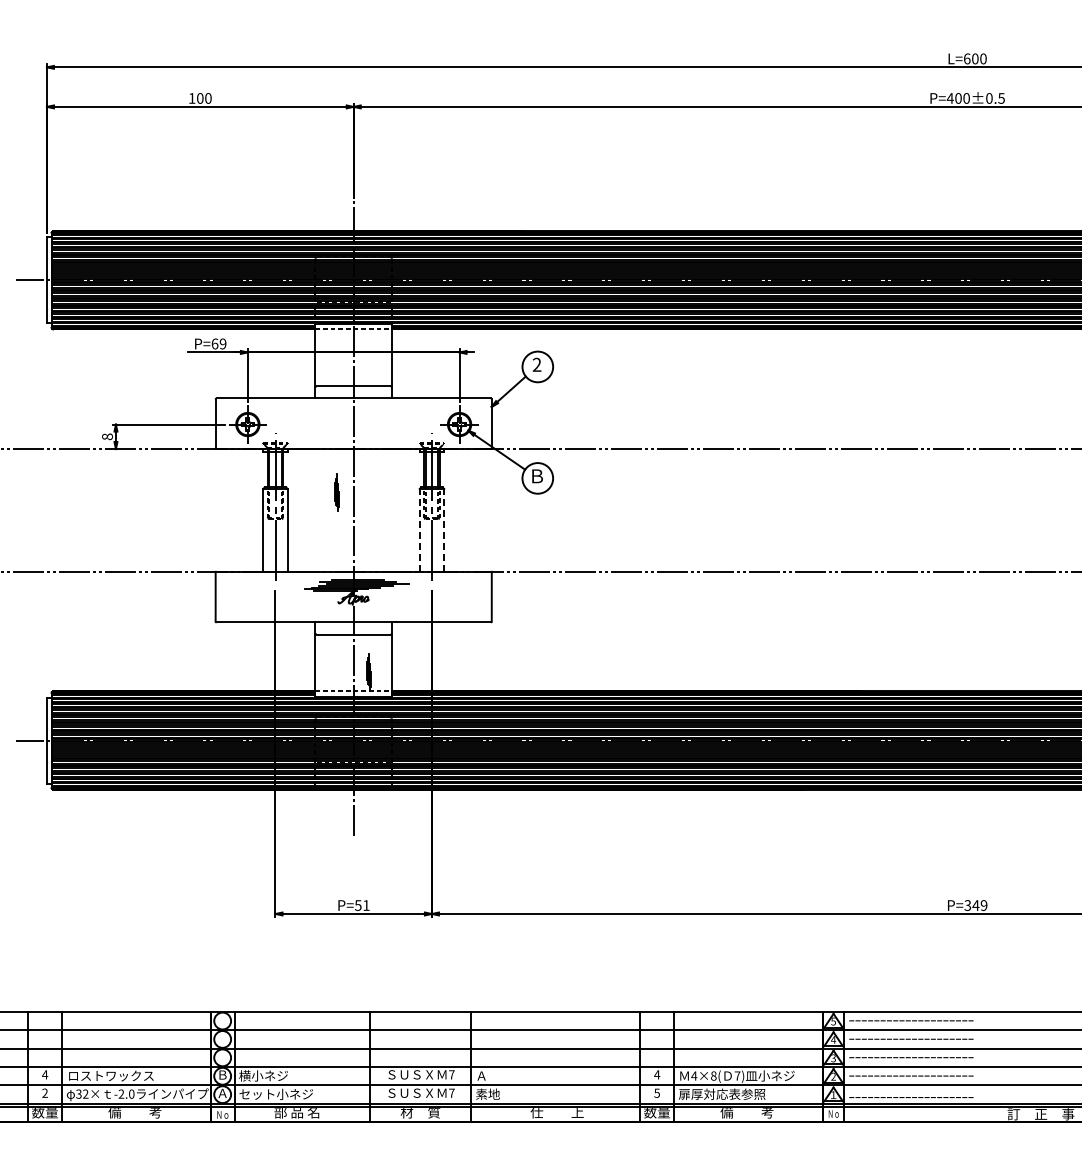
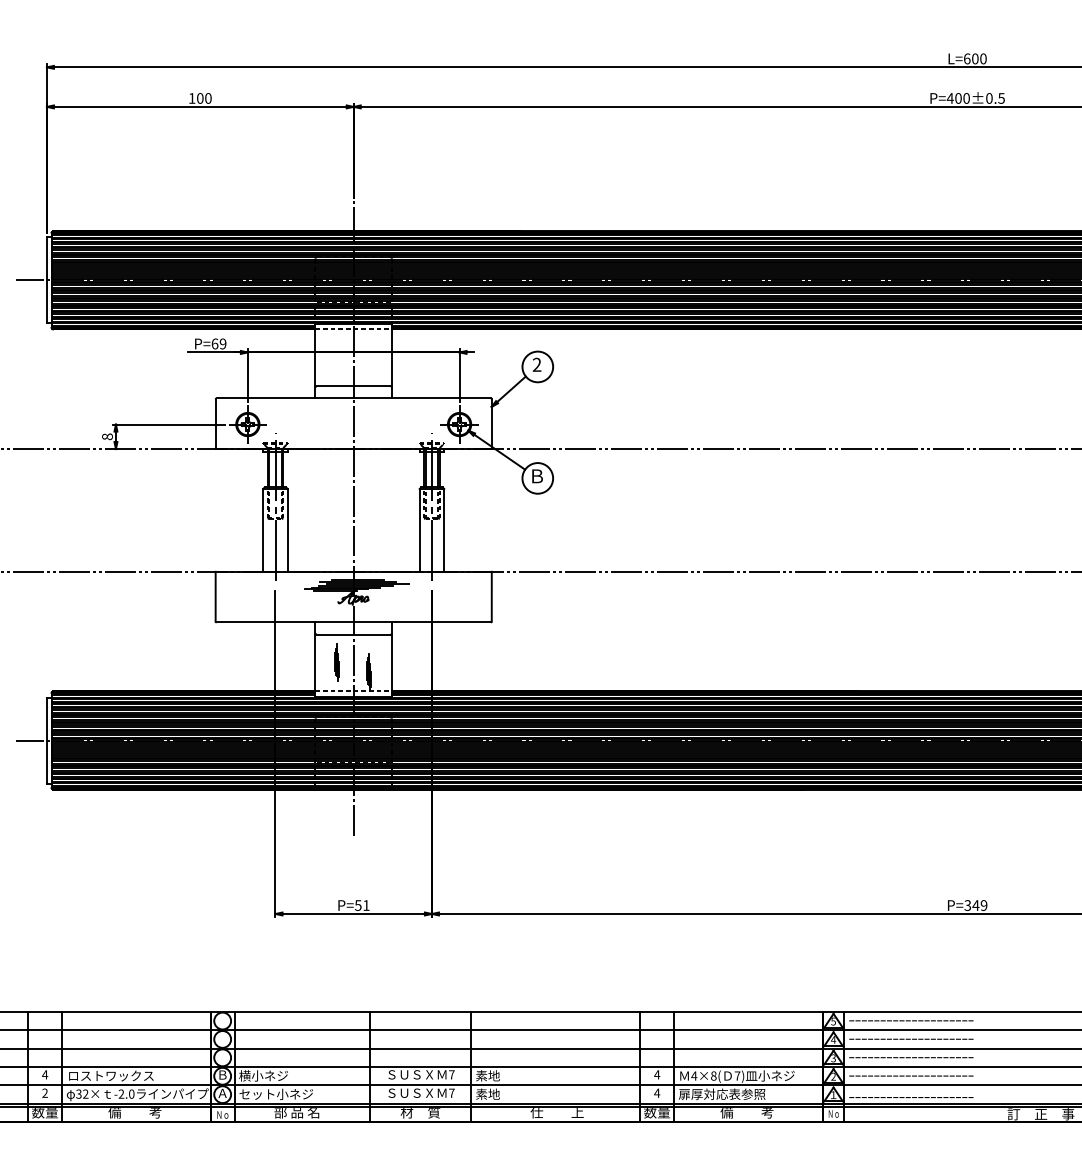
part at (336, 492) position: (336, 492) -> (336, 662)
line at (419, 529): dashed -> solid
line at (444, 529): dashed -> solid
text at (487, 1075): Ａ -> 素地
text at (657, 1092): 5 -> 4
